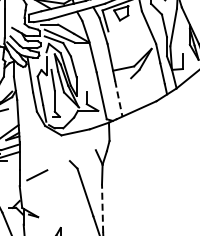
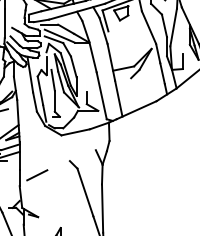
line at (118, 99): dashed -> solid
line at (102, 208): dashed -> solid
